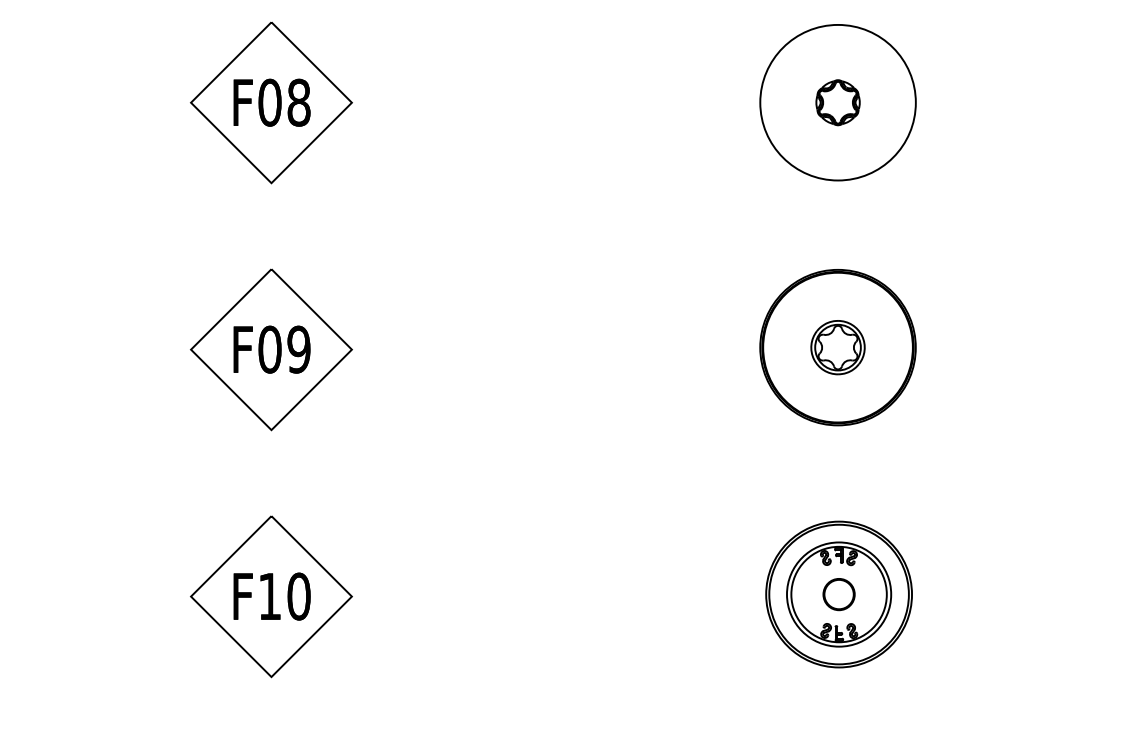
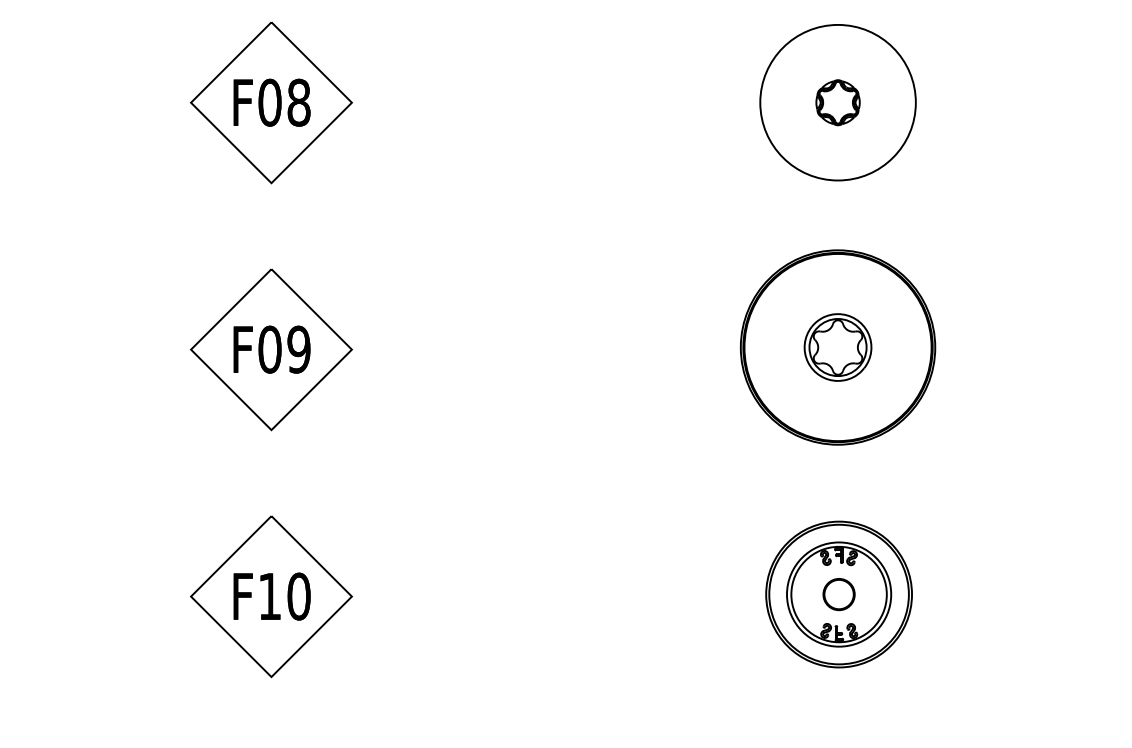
part at (837, 347) size: 158x158 px -> 198x197 px
